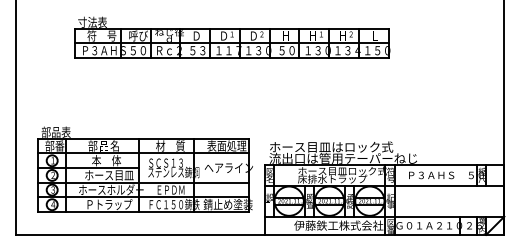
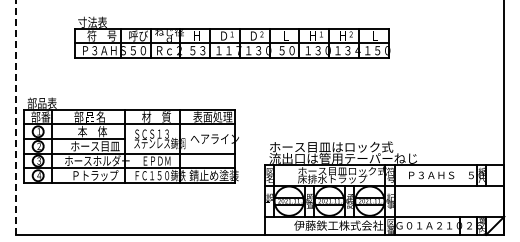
text at (196, 35): Ｄ -> Ｈ
text at (285, 35): Ｈ -> Ｌ
line at (15, 117): solid -> dashed
part at (144, 169) position: (144, 169) -> (130, 140)
